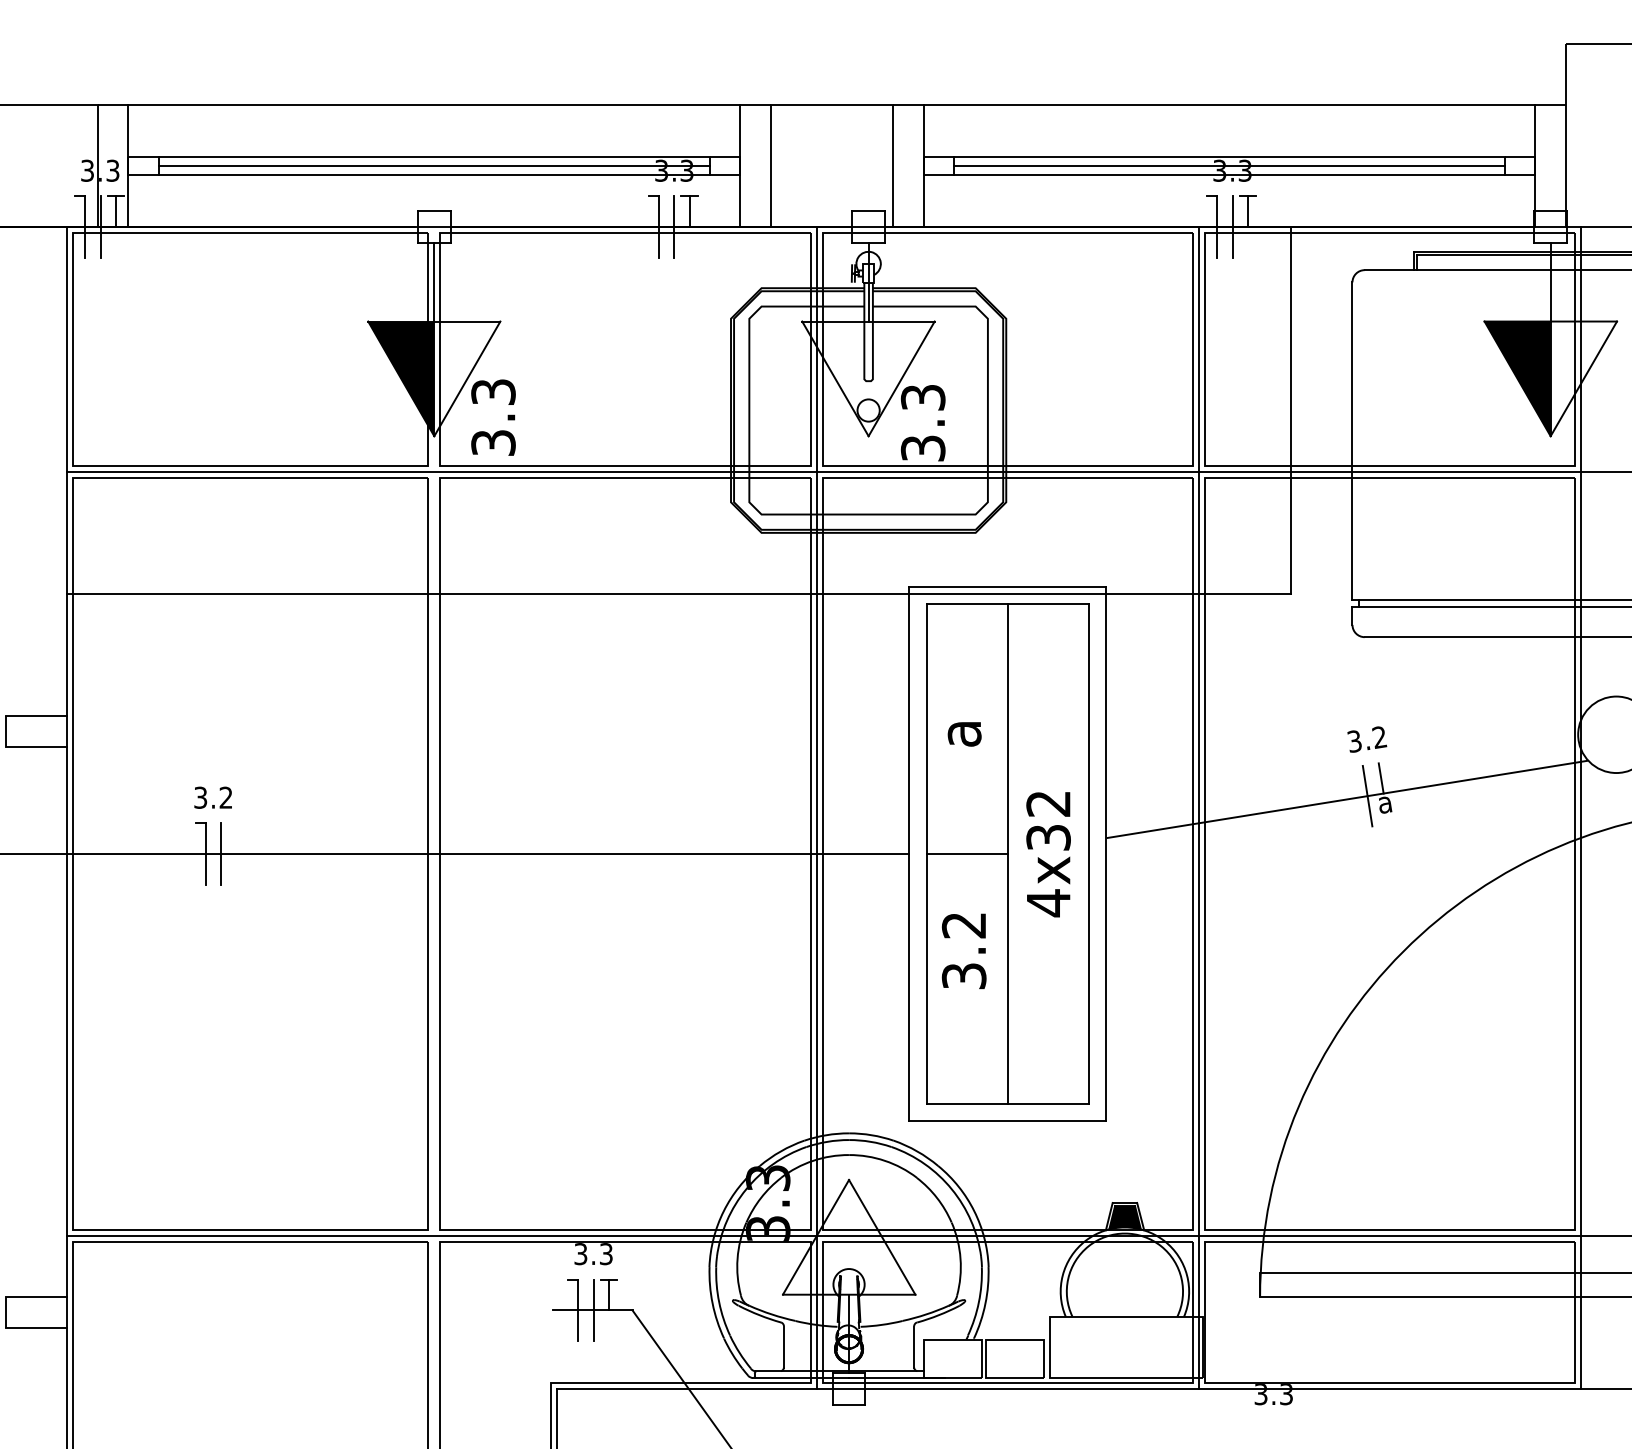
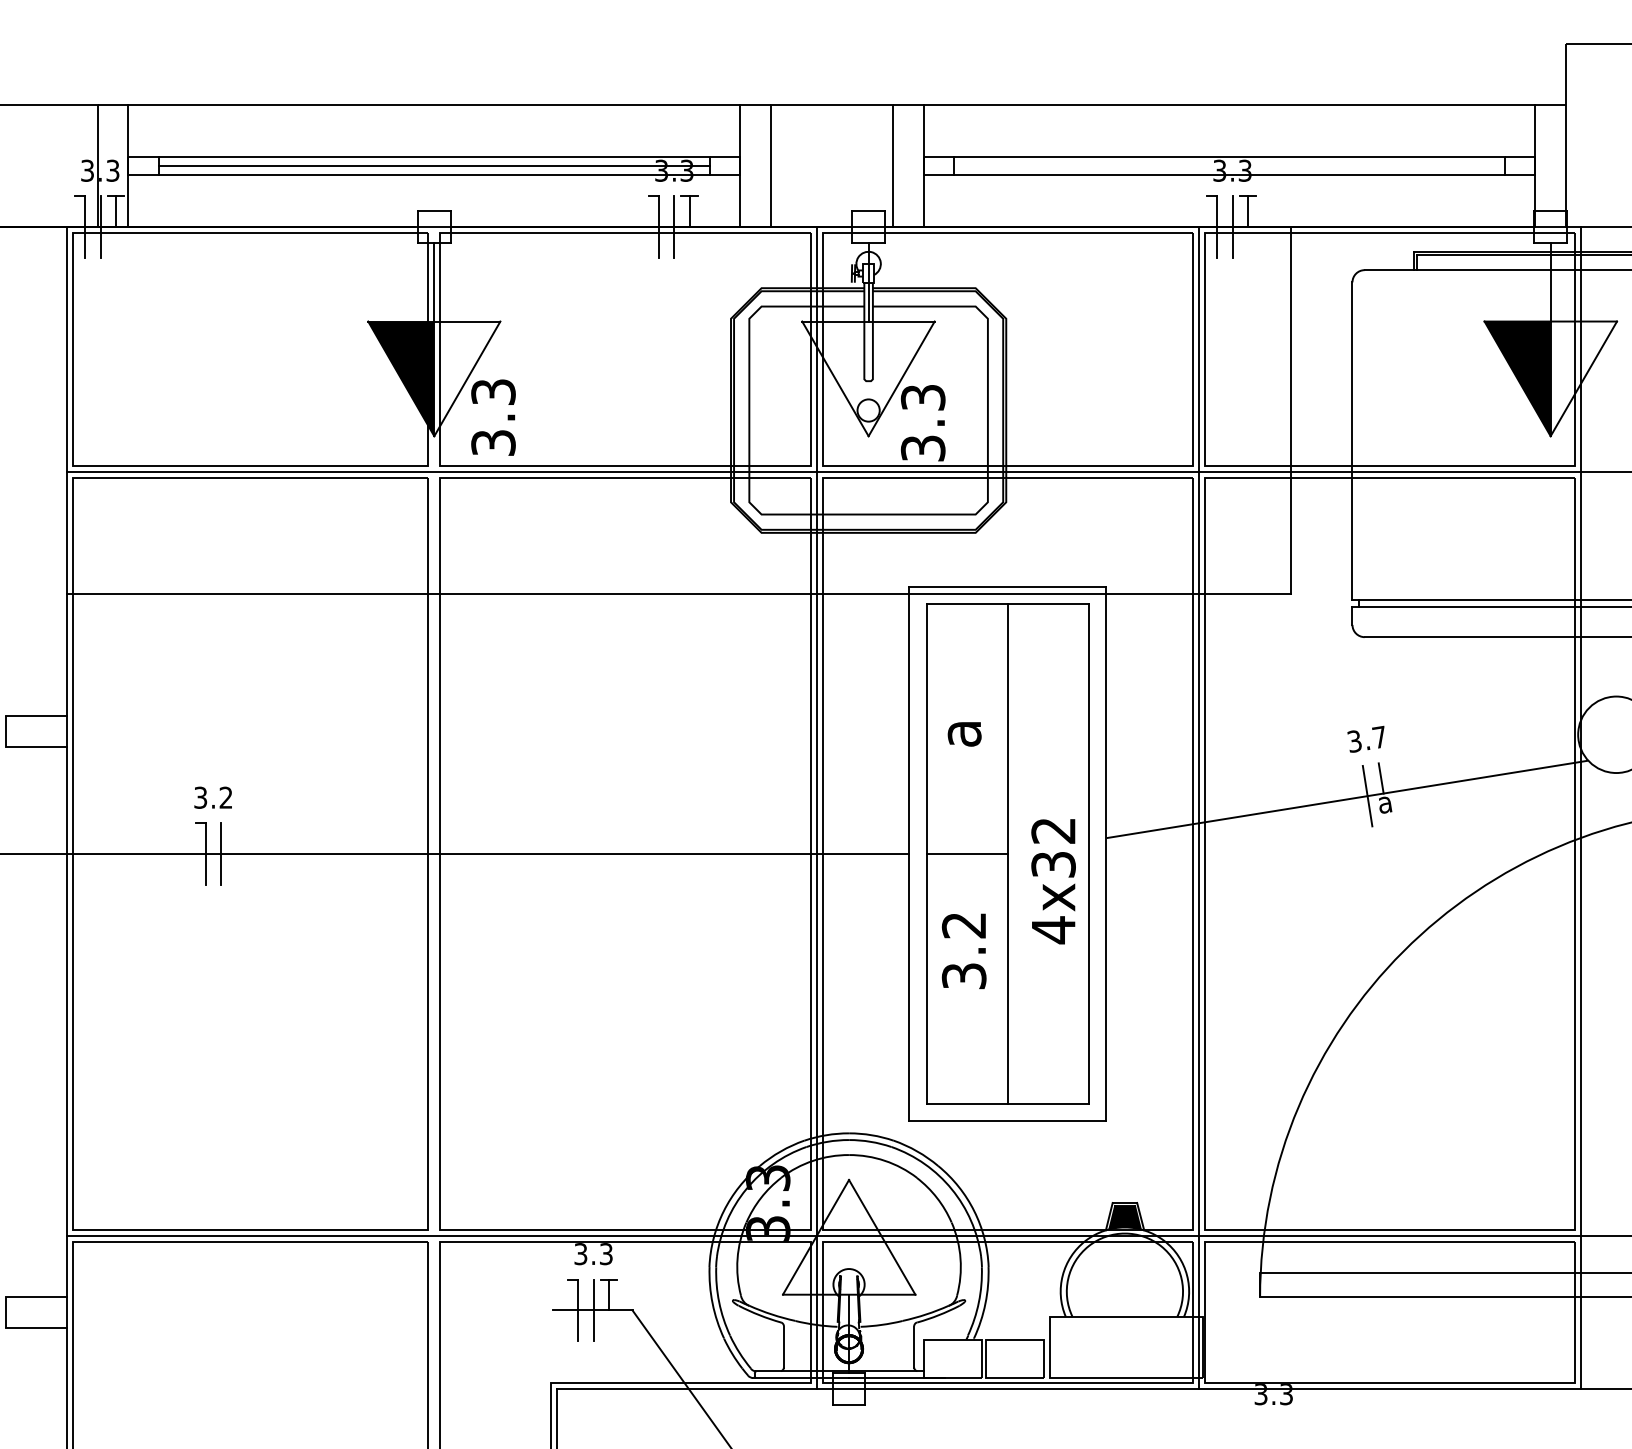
line at (1229, 165): present -> none
text at (1379, 736): 3.2 -> 3.7
text at (1048, 854) position: (1048, 854) -> (1053, 881)
